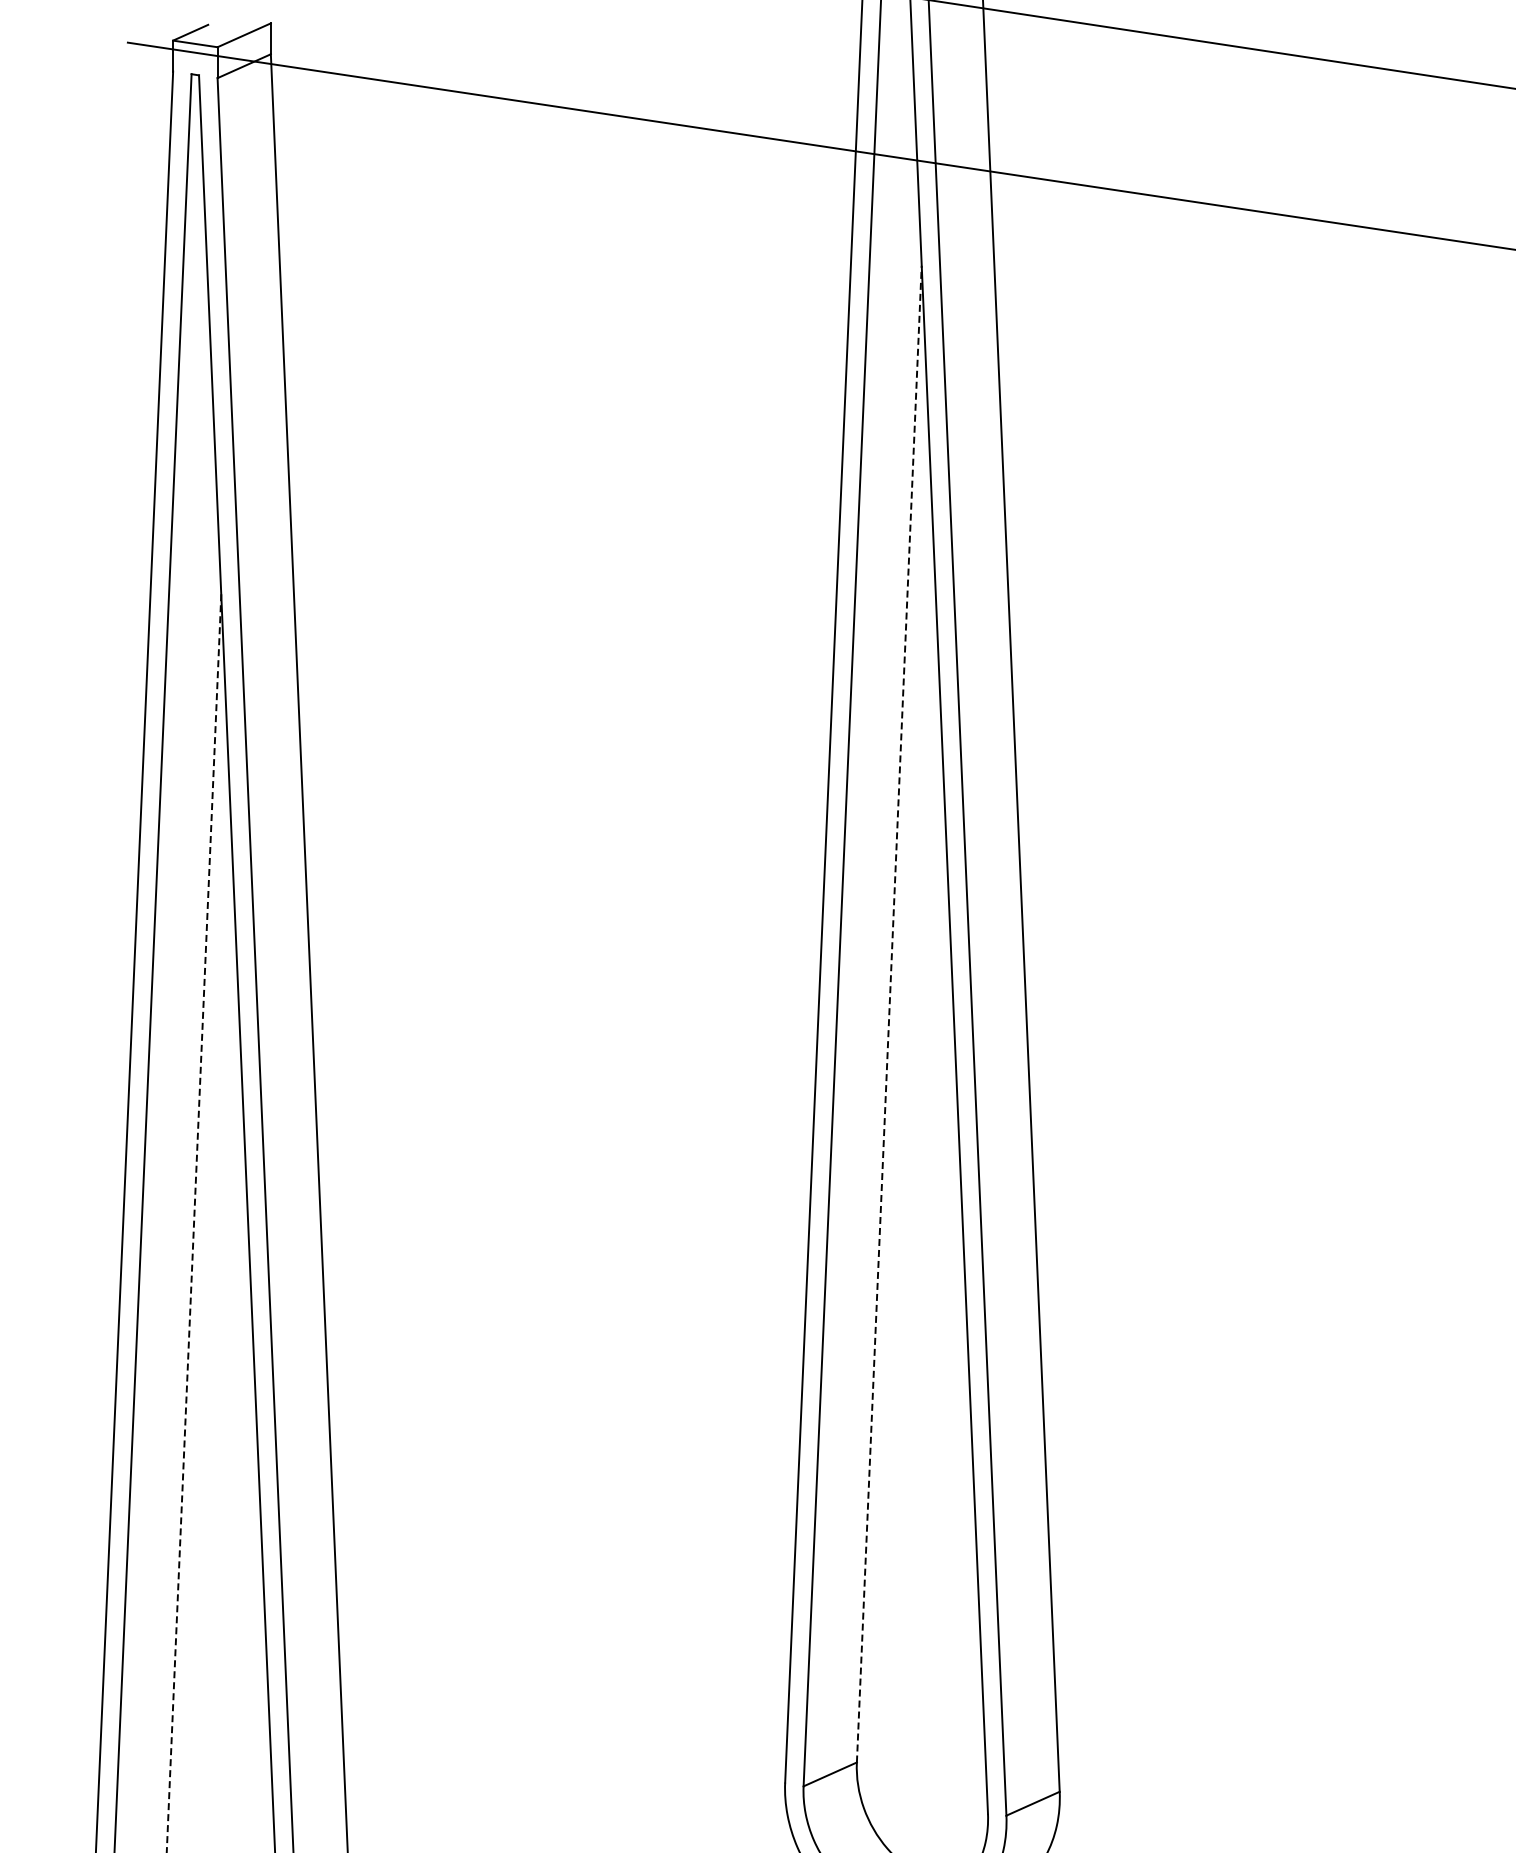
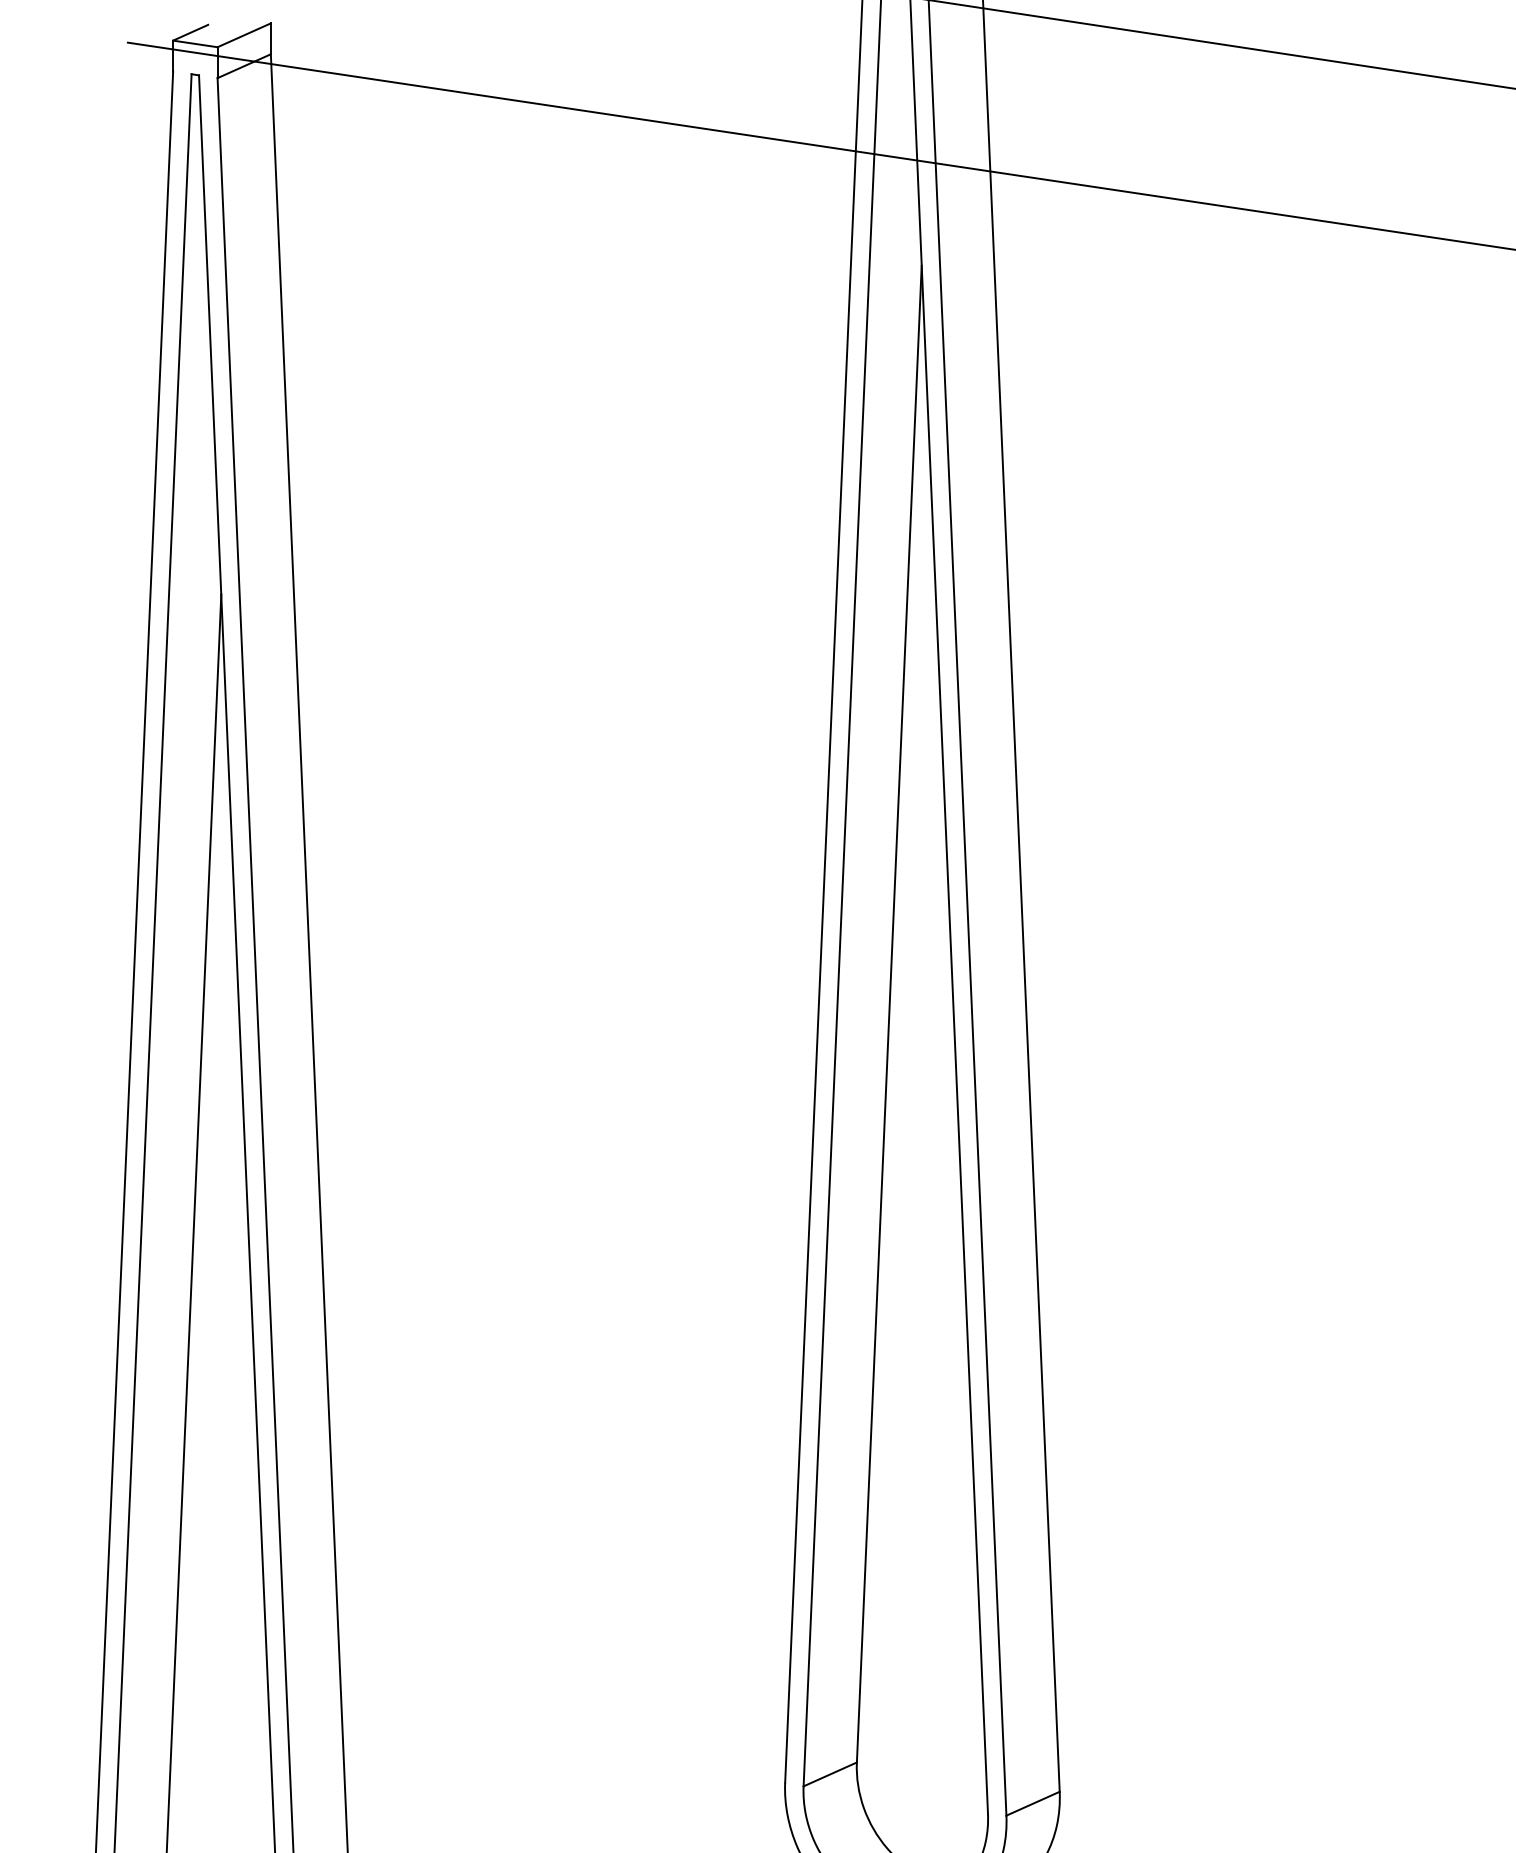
line at (889, 1013): dashed -> solid
line at (194, 1223): dashed -> solid
